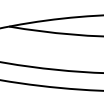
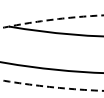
arc at (51, 19): solid -> dashed
arc at (53, 87): solid -> dashed
